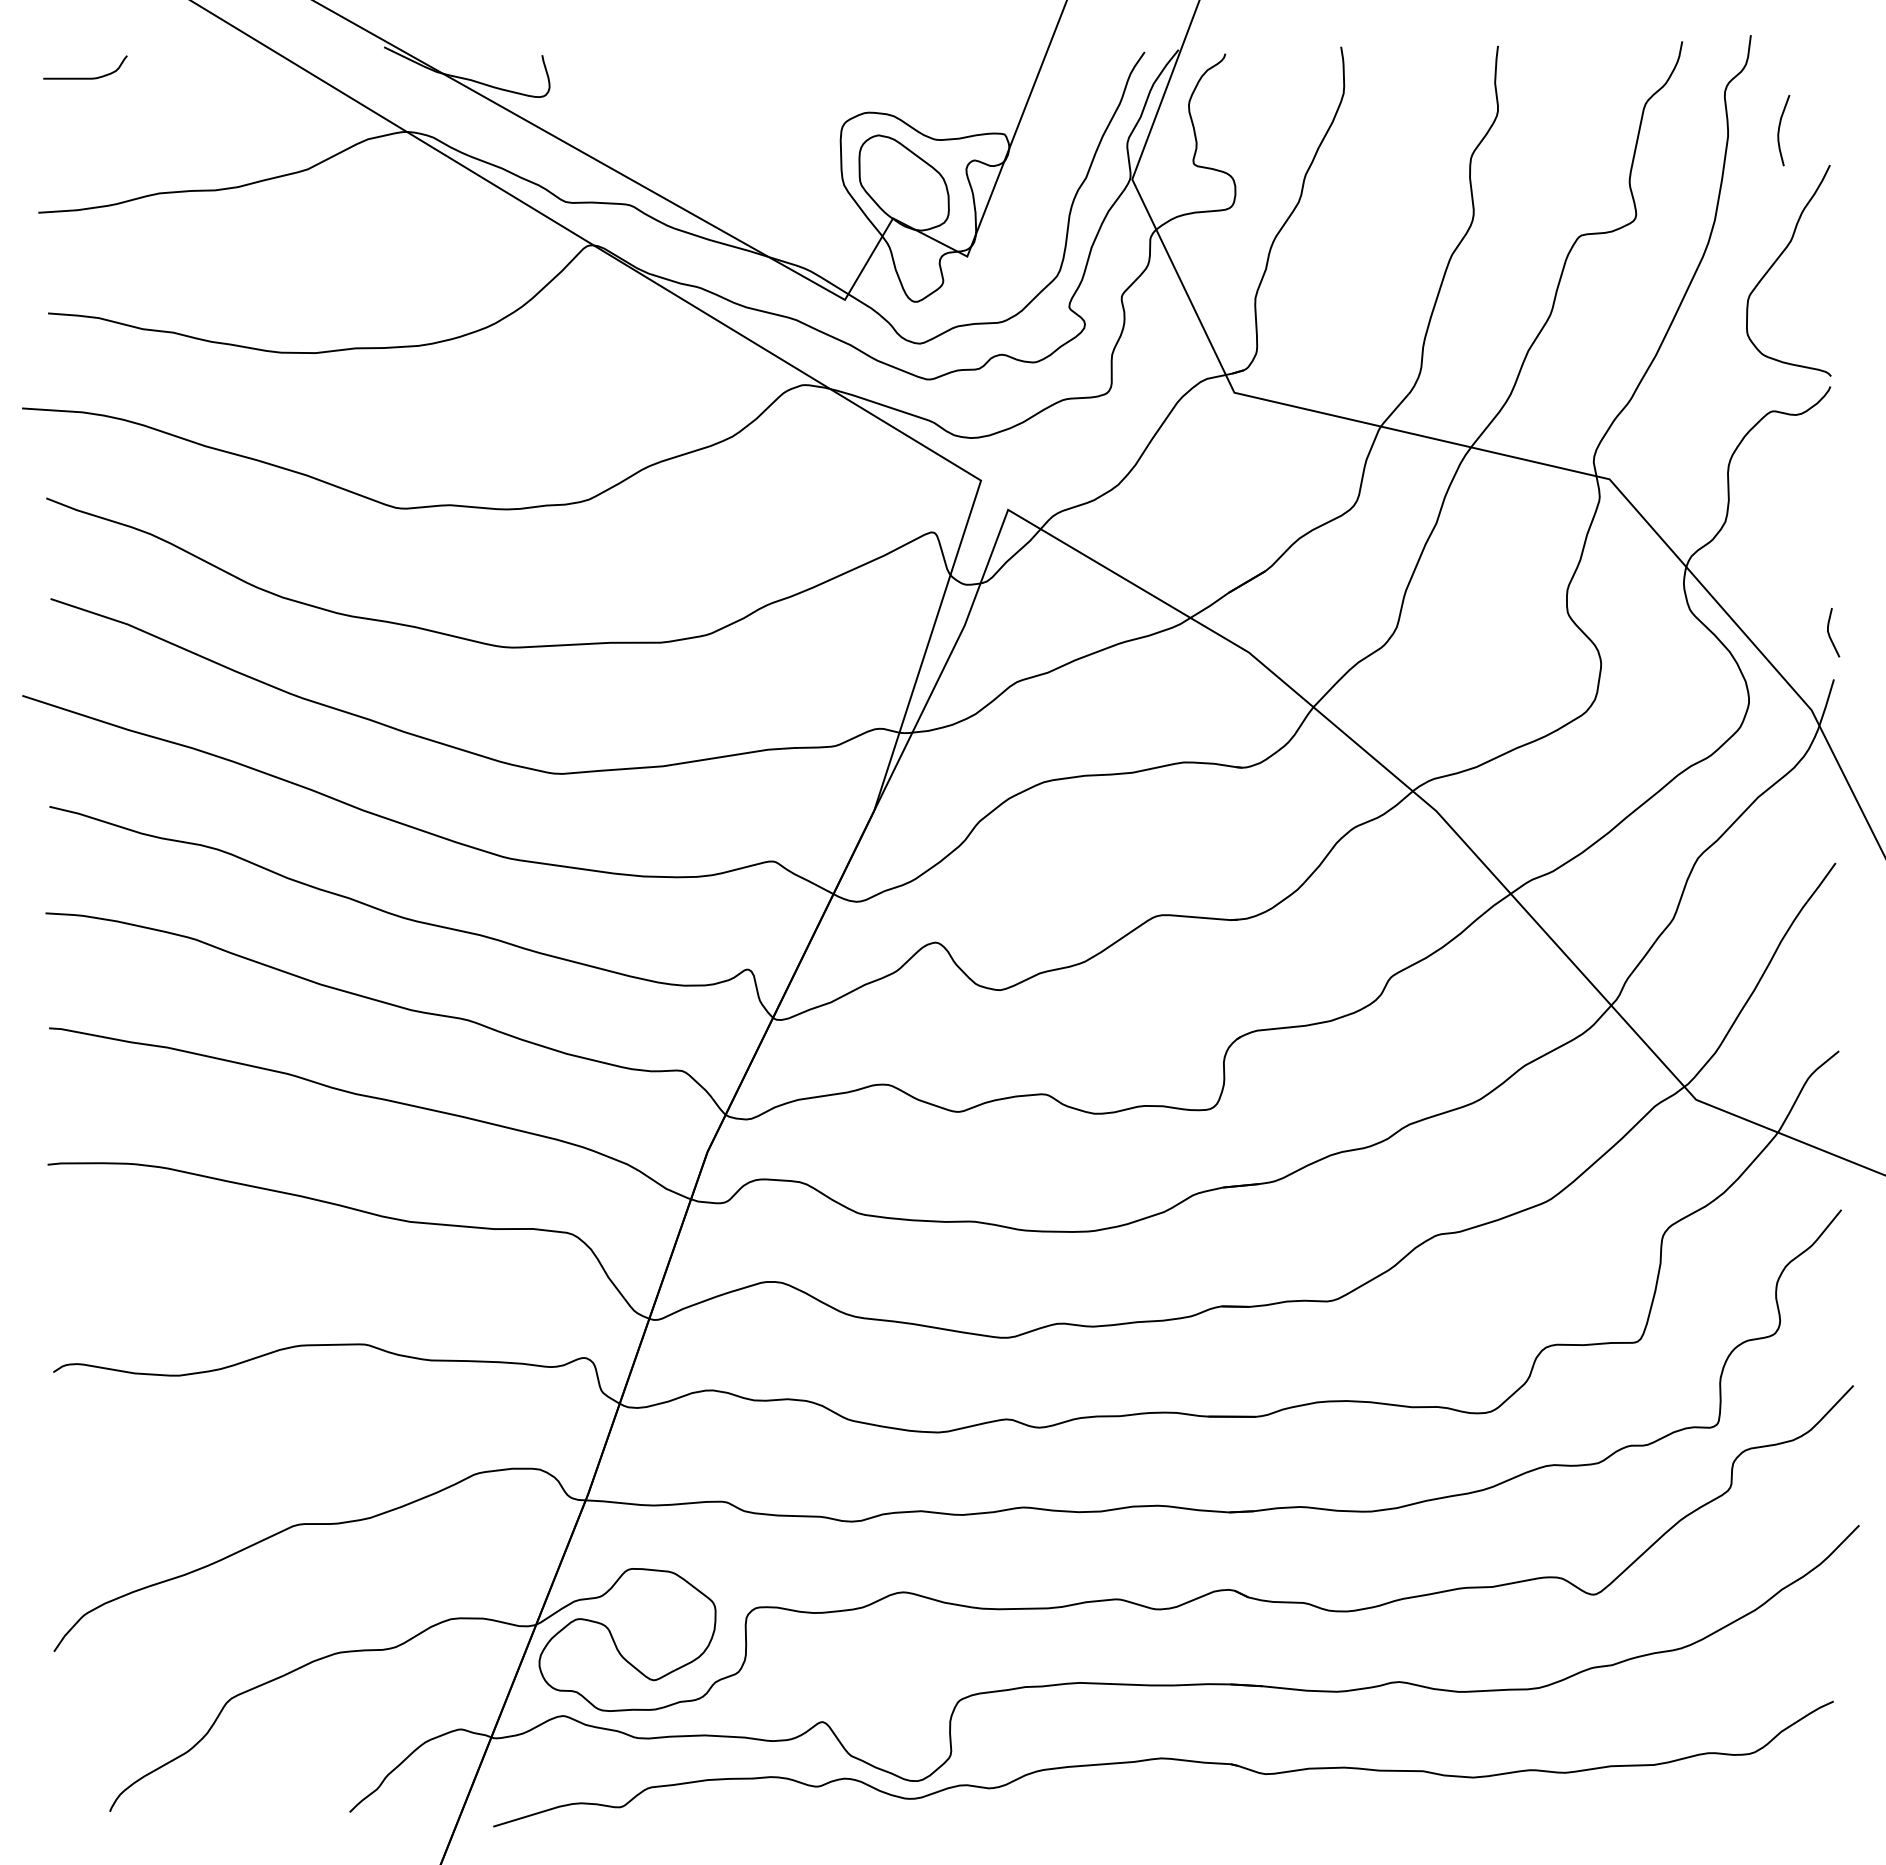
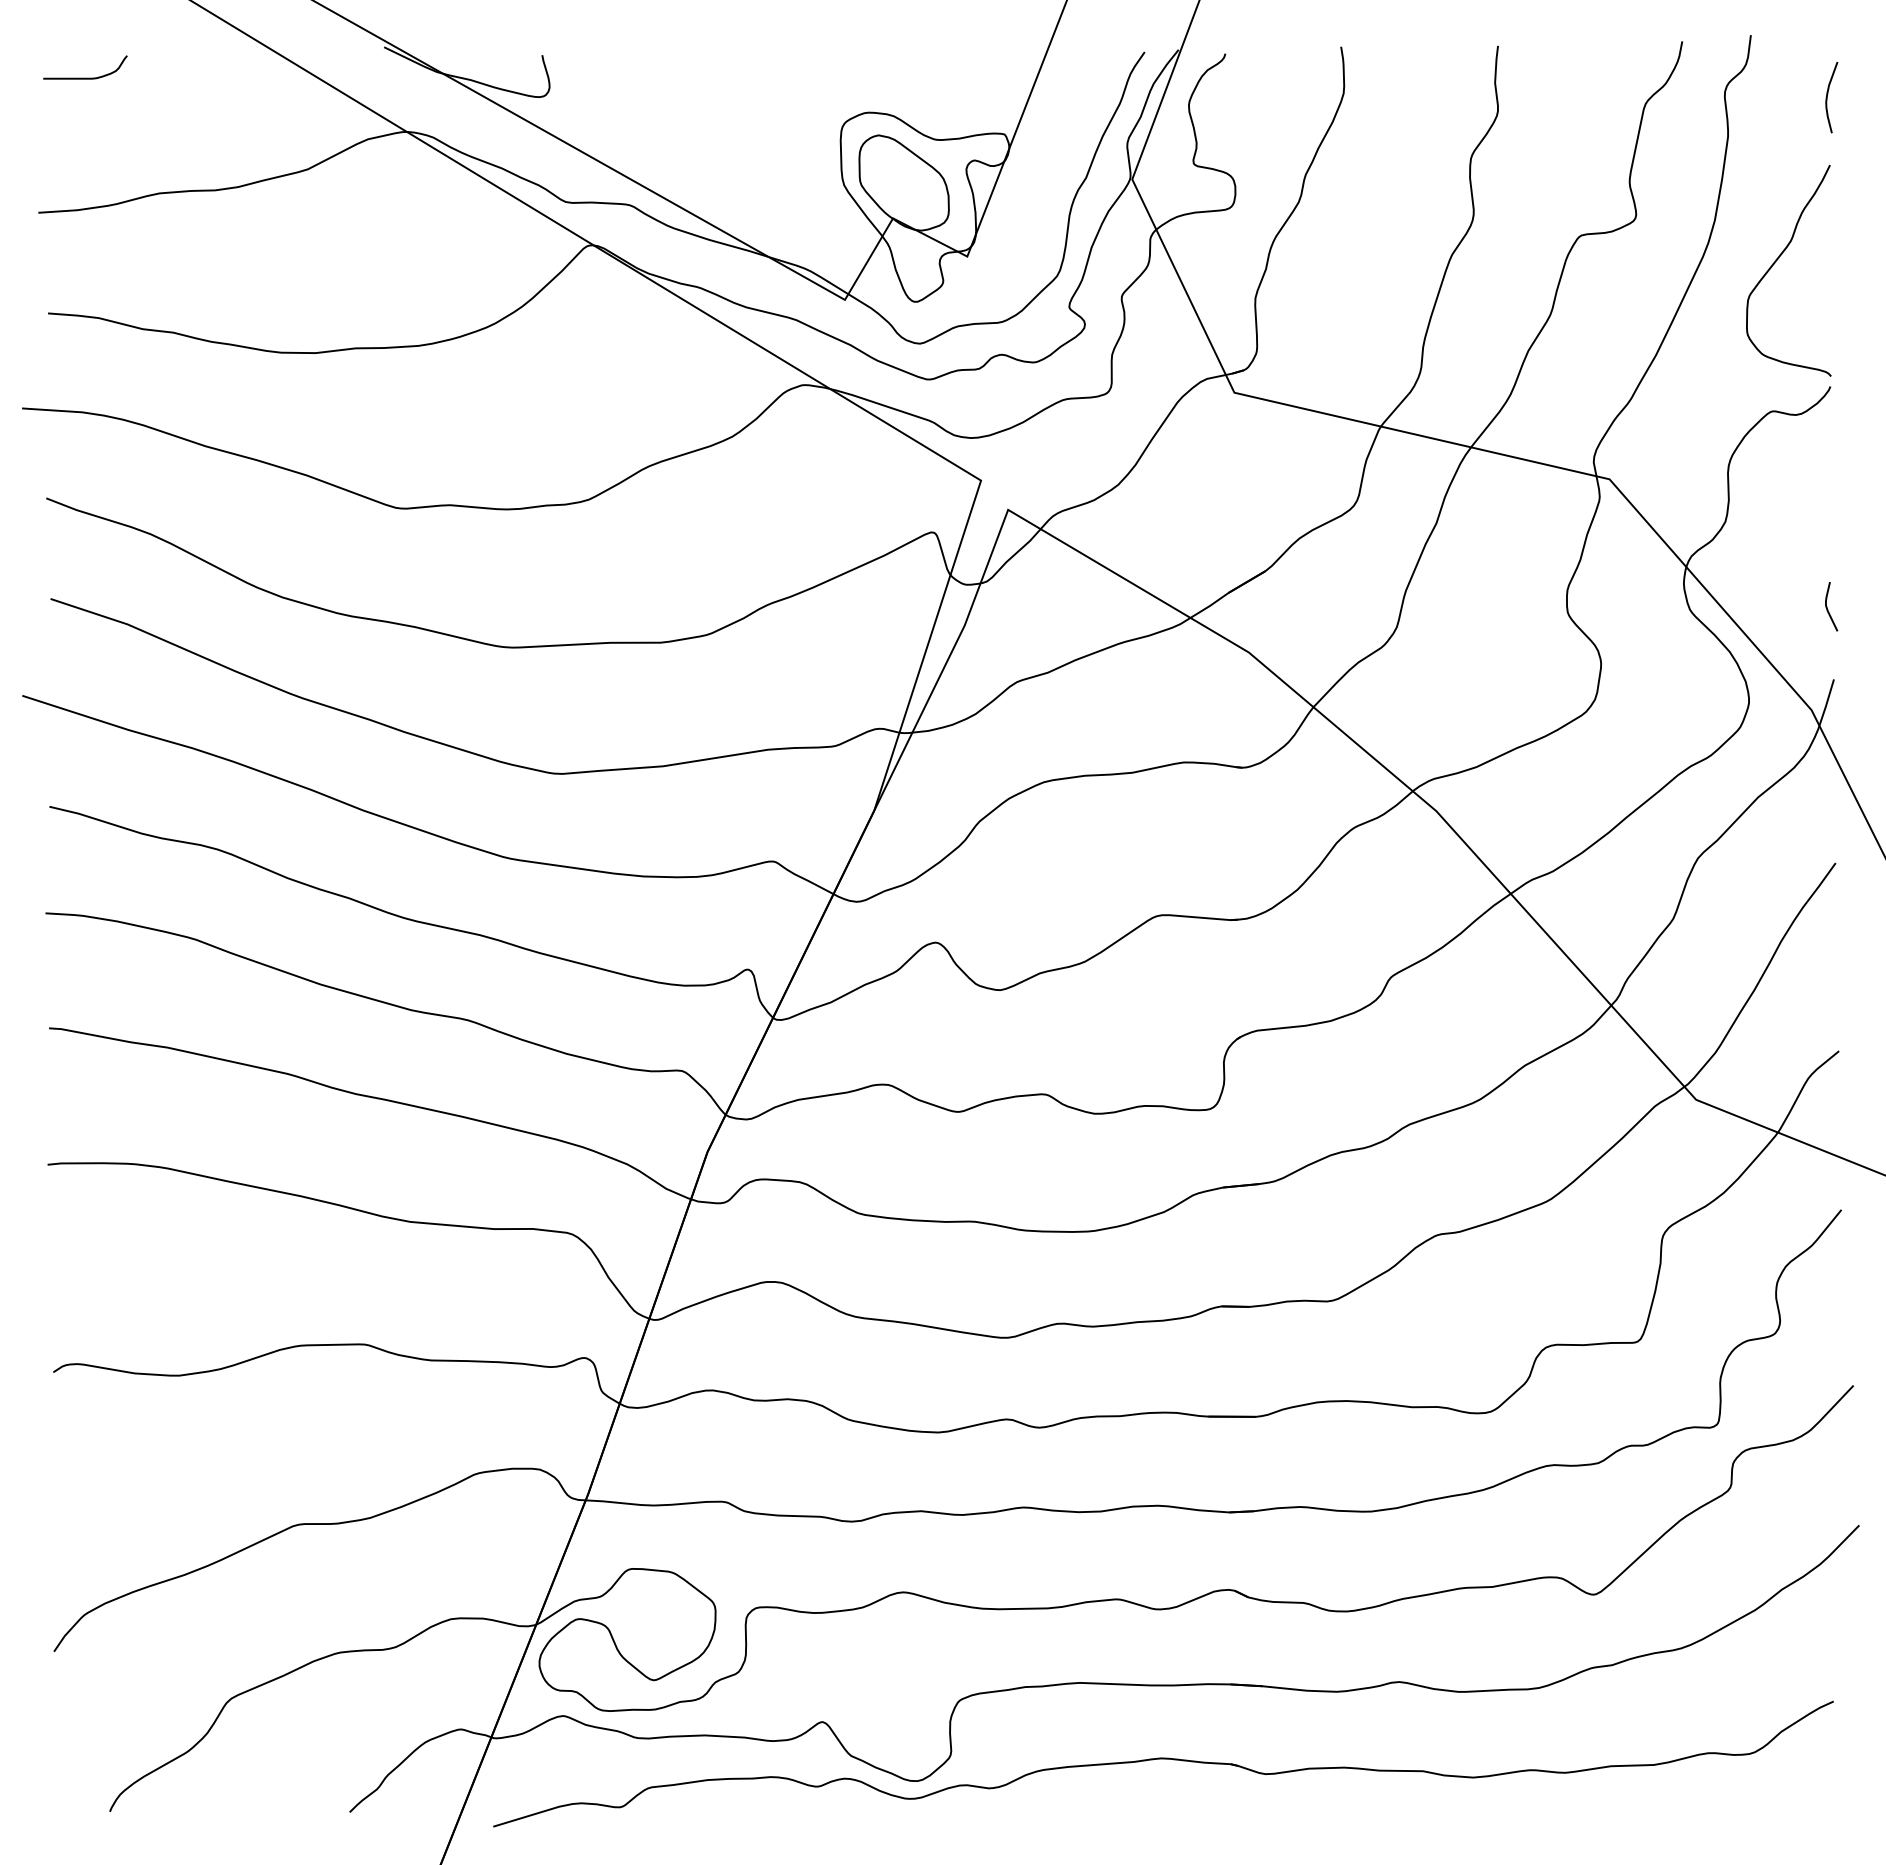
curve at (1779, 130) position: (1779, 130) -> (1827, 97)
curve at (1829, 632) position: (1829, 632) -> (1827, 606)
